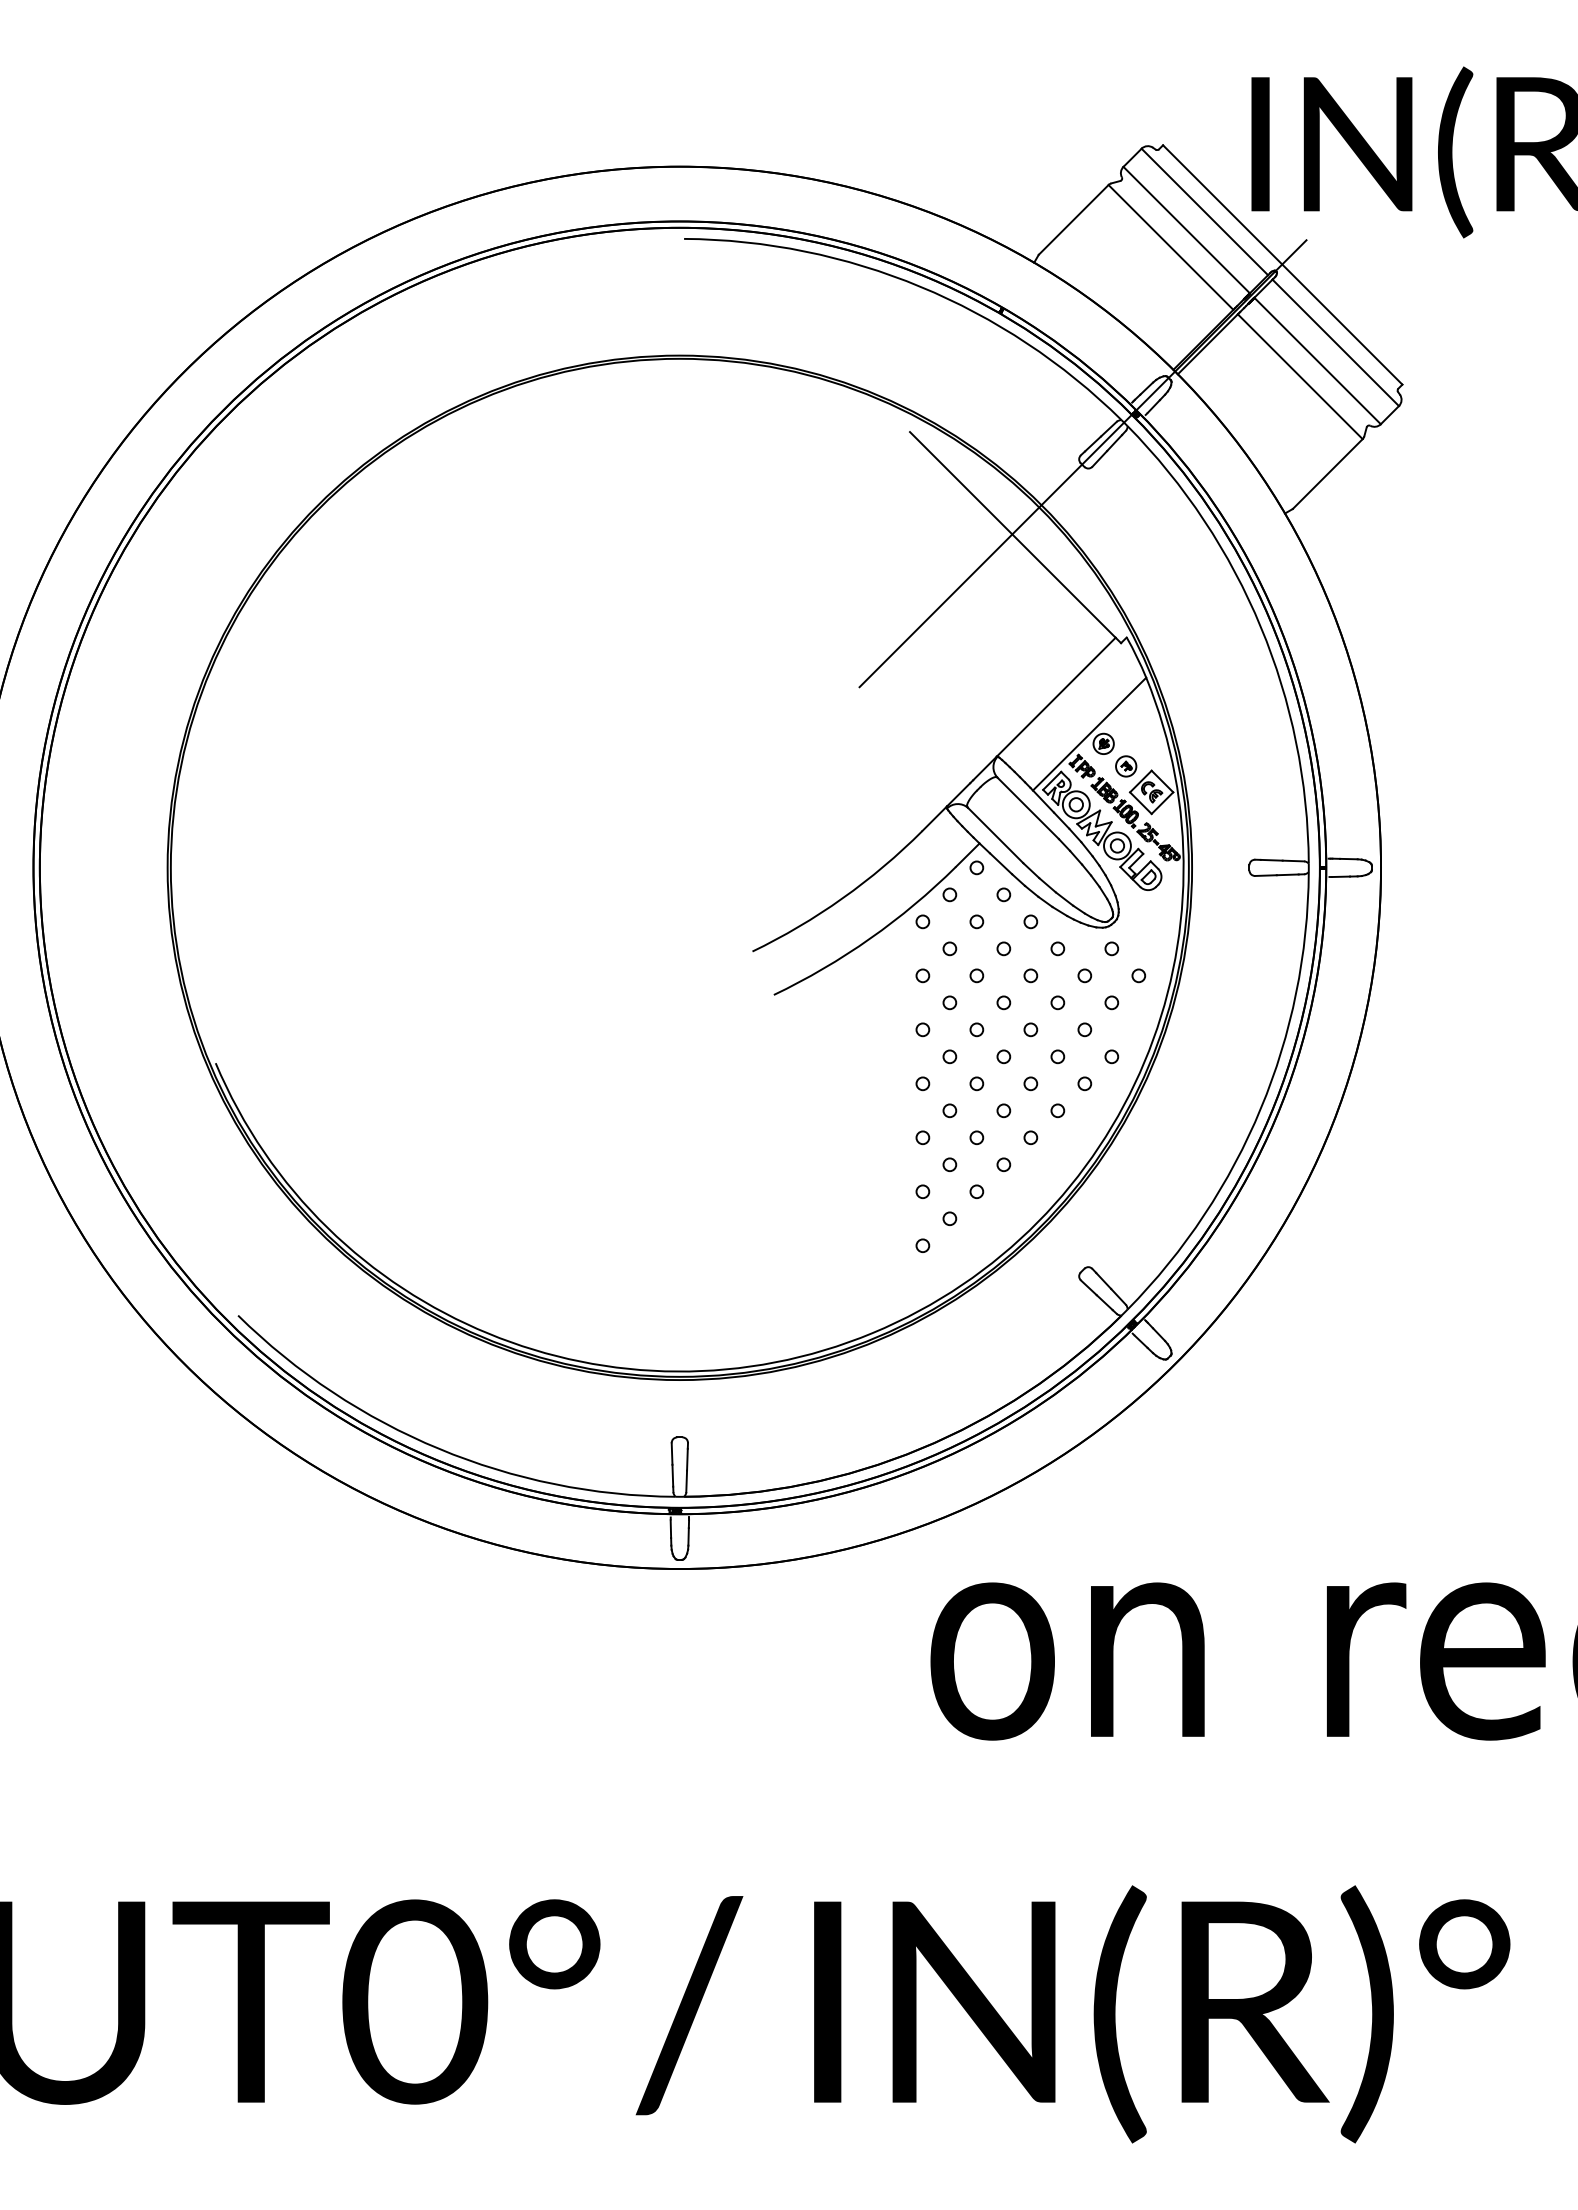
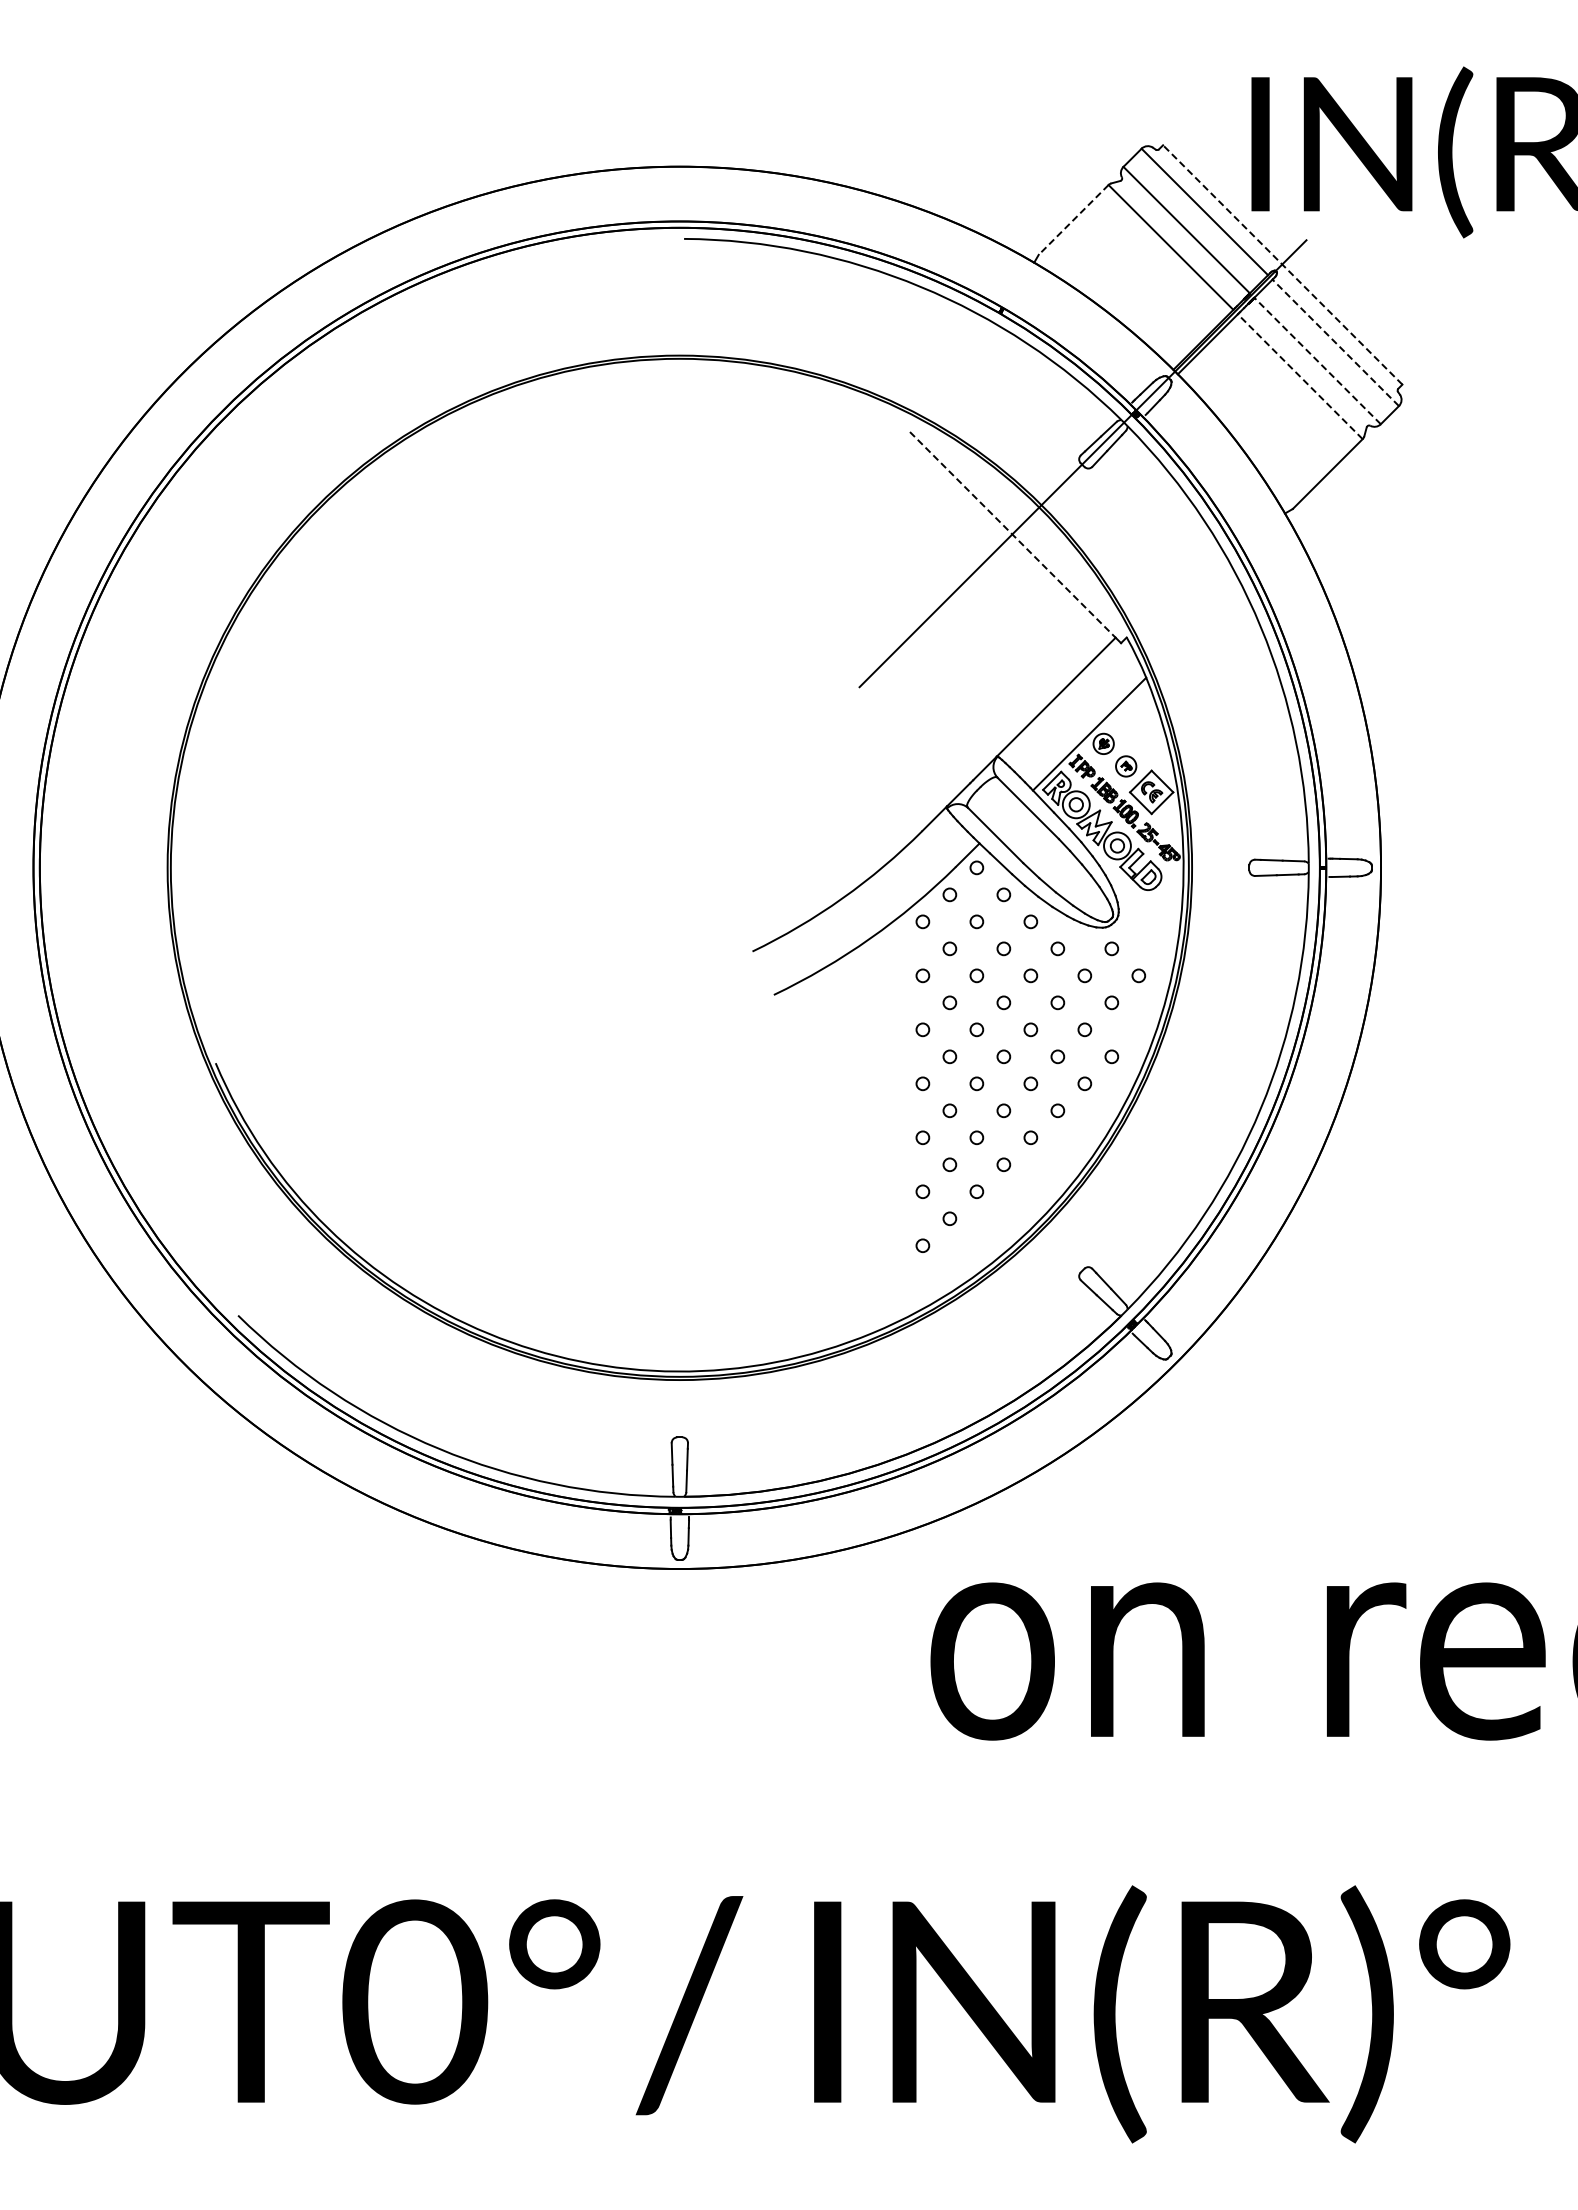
line at (1073, 220): solid -> dashed
line at (1282, 264): solid -> dashed
line at (1335, 342): solid -> dashed
line at (1317, 360): solid -> dashed
line at (1299, 376): solid -> dashed
line at (1013, 535): solid -> dashed
